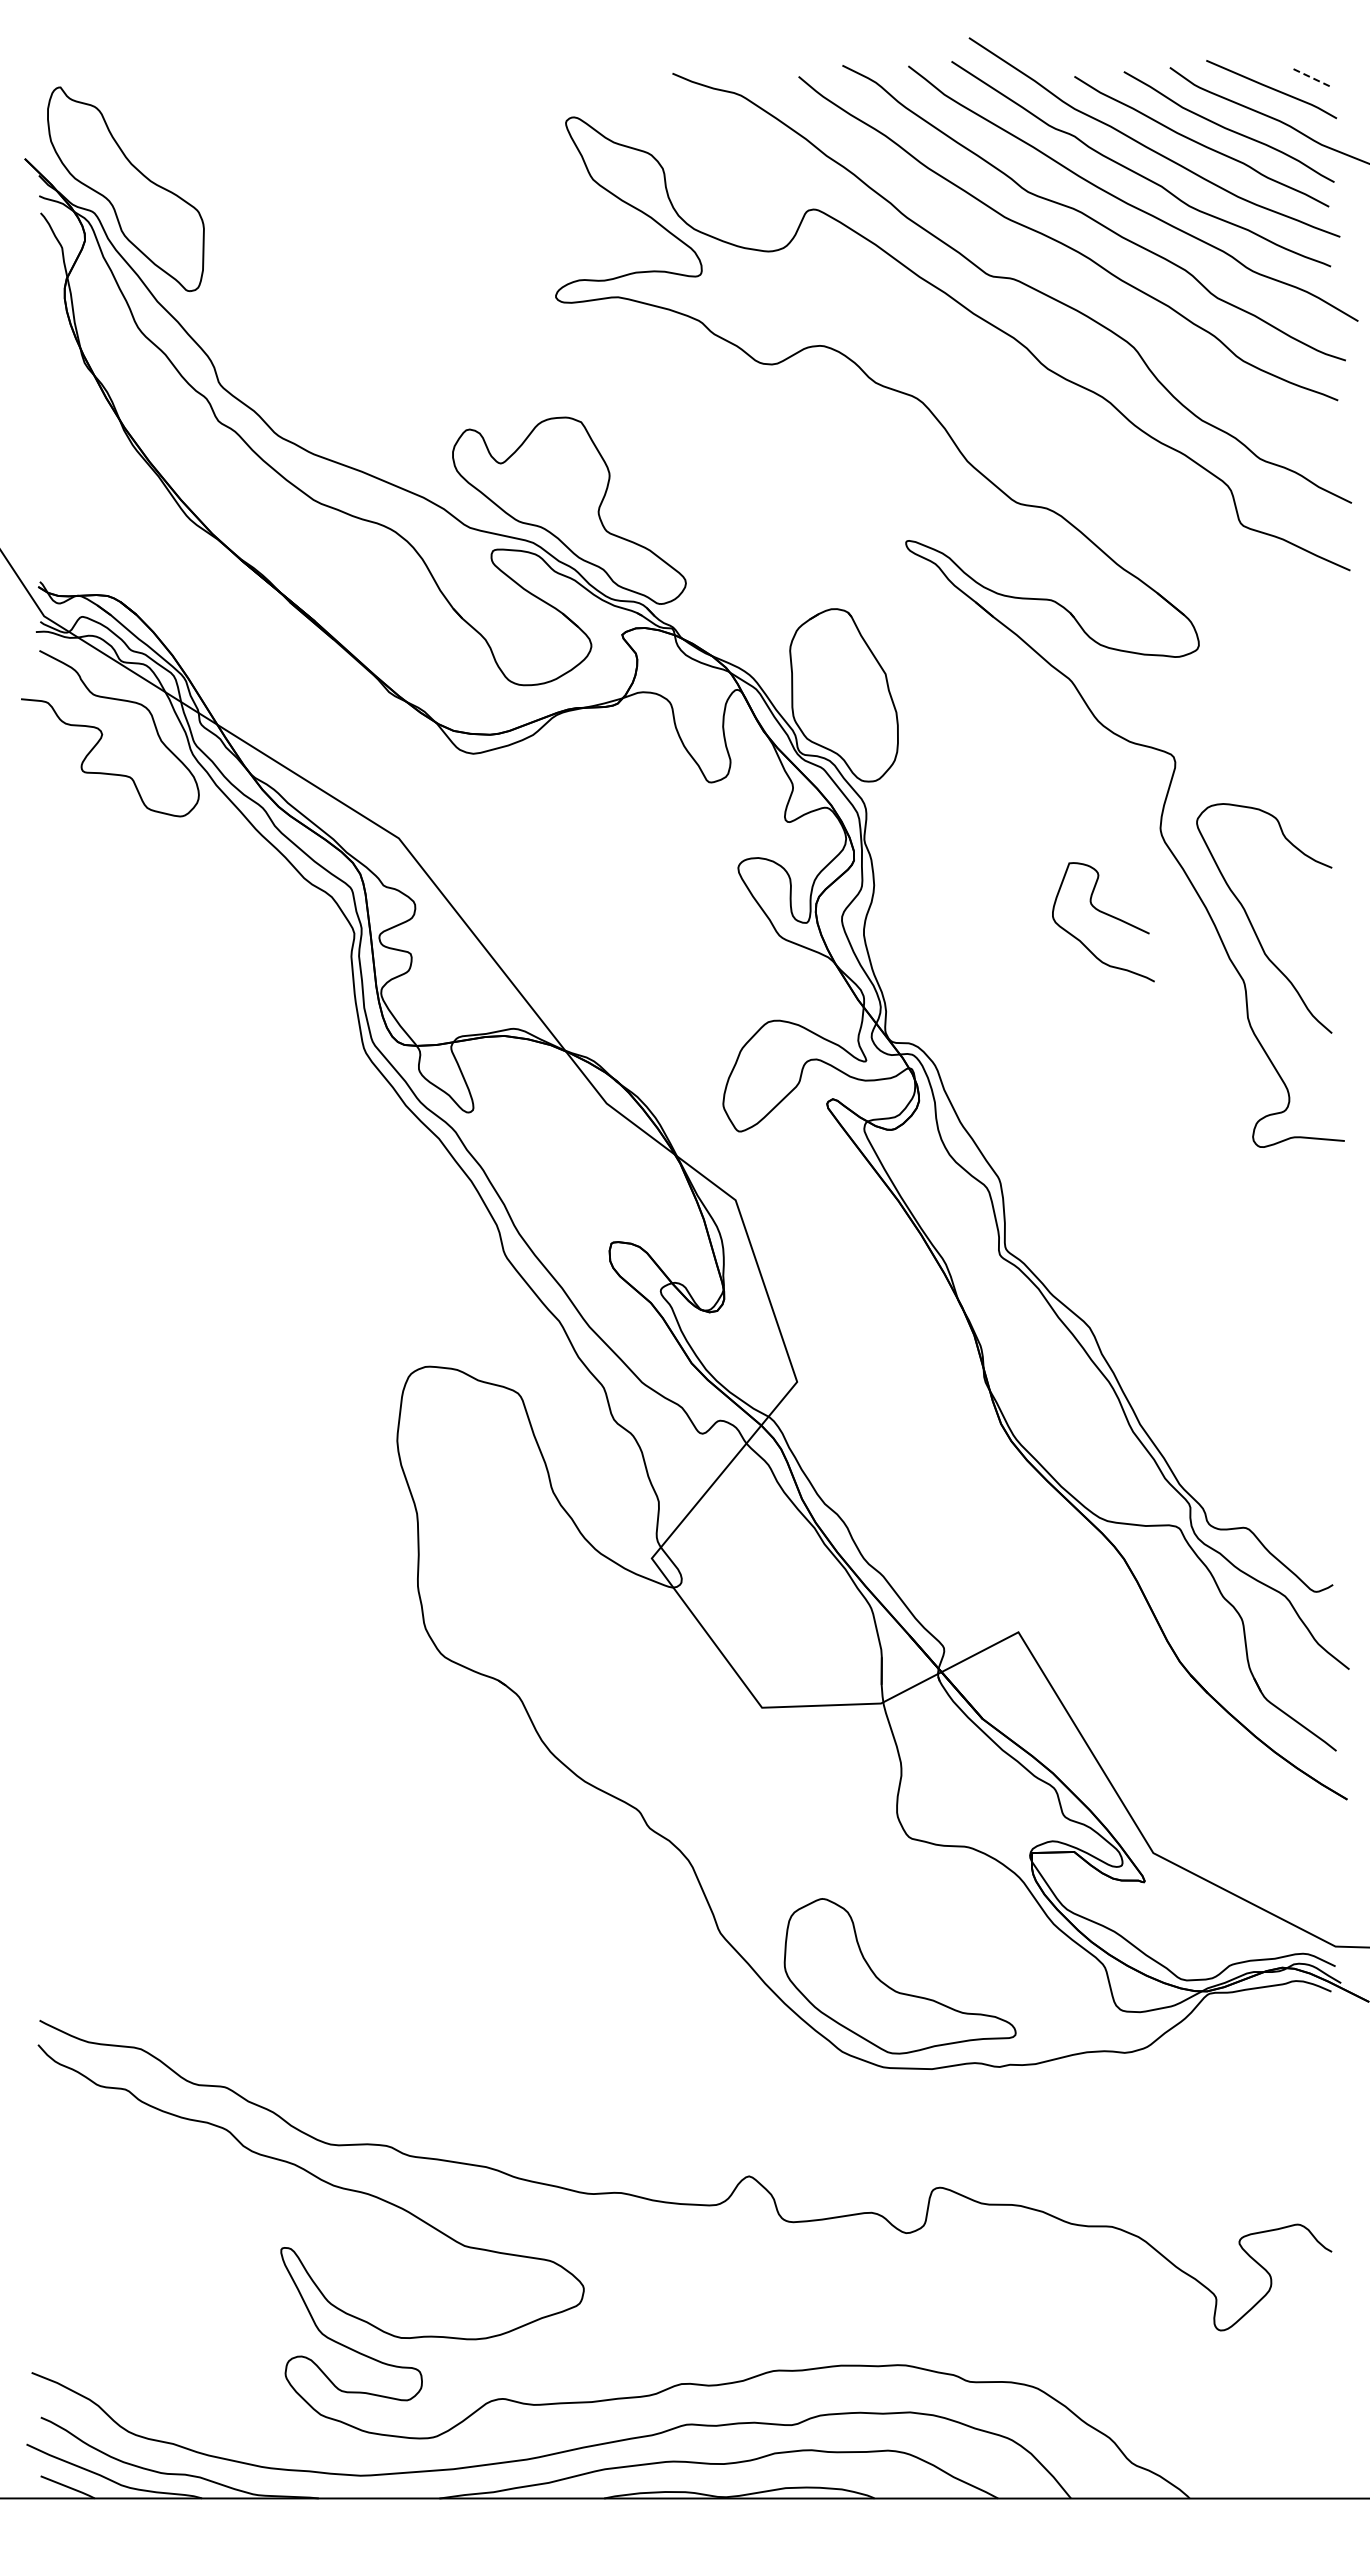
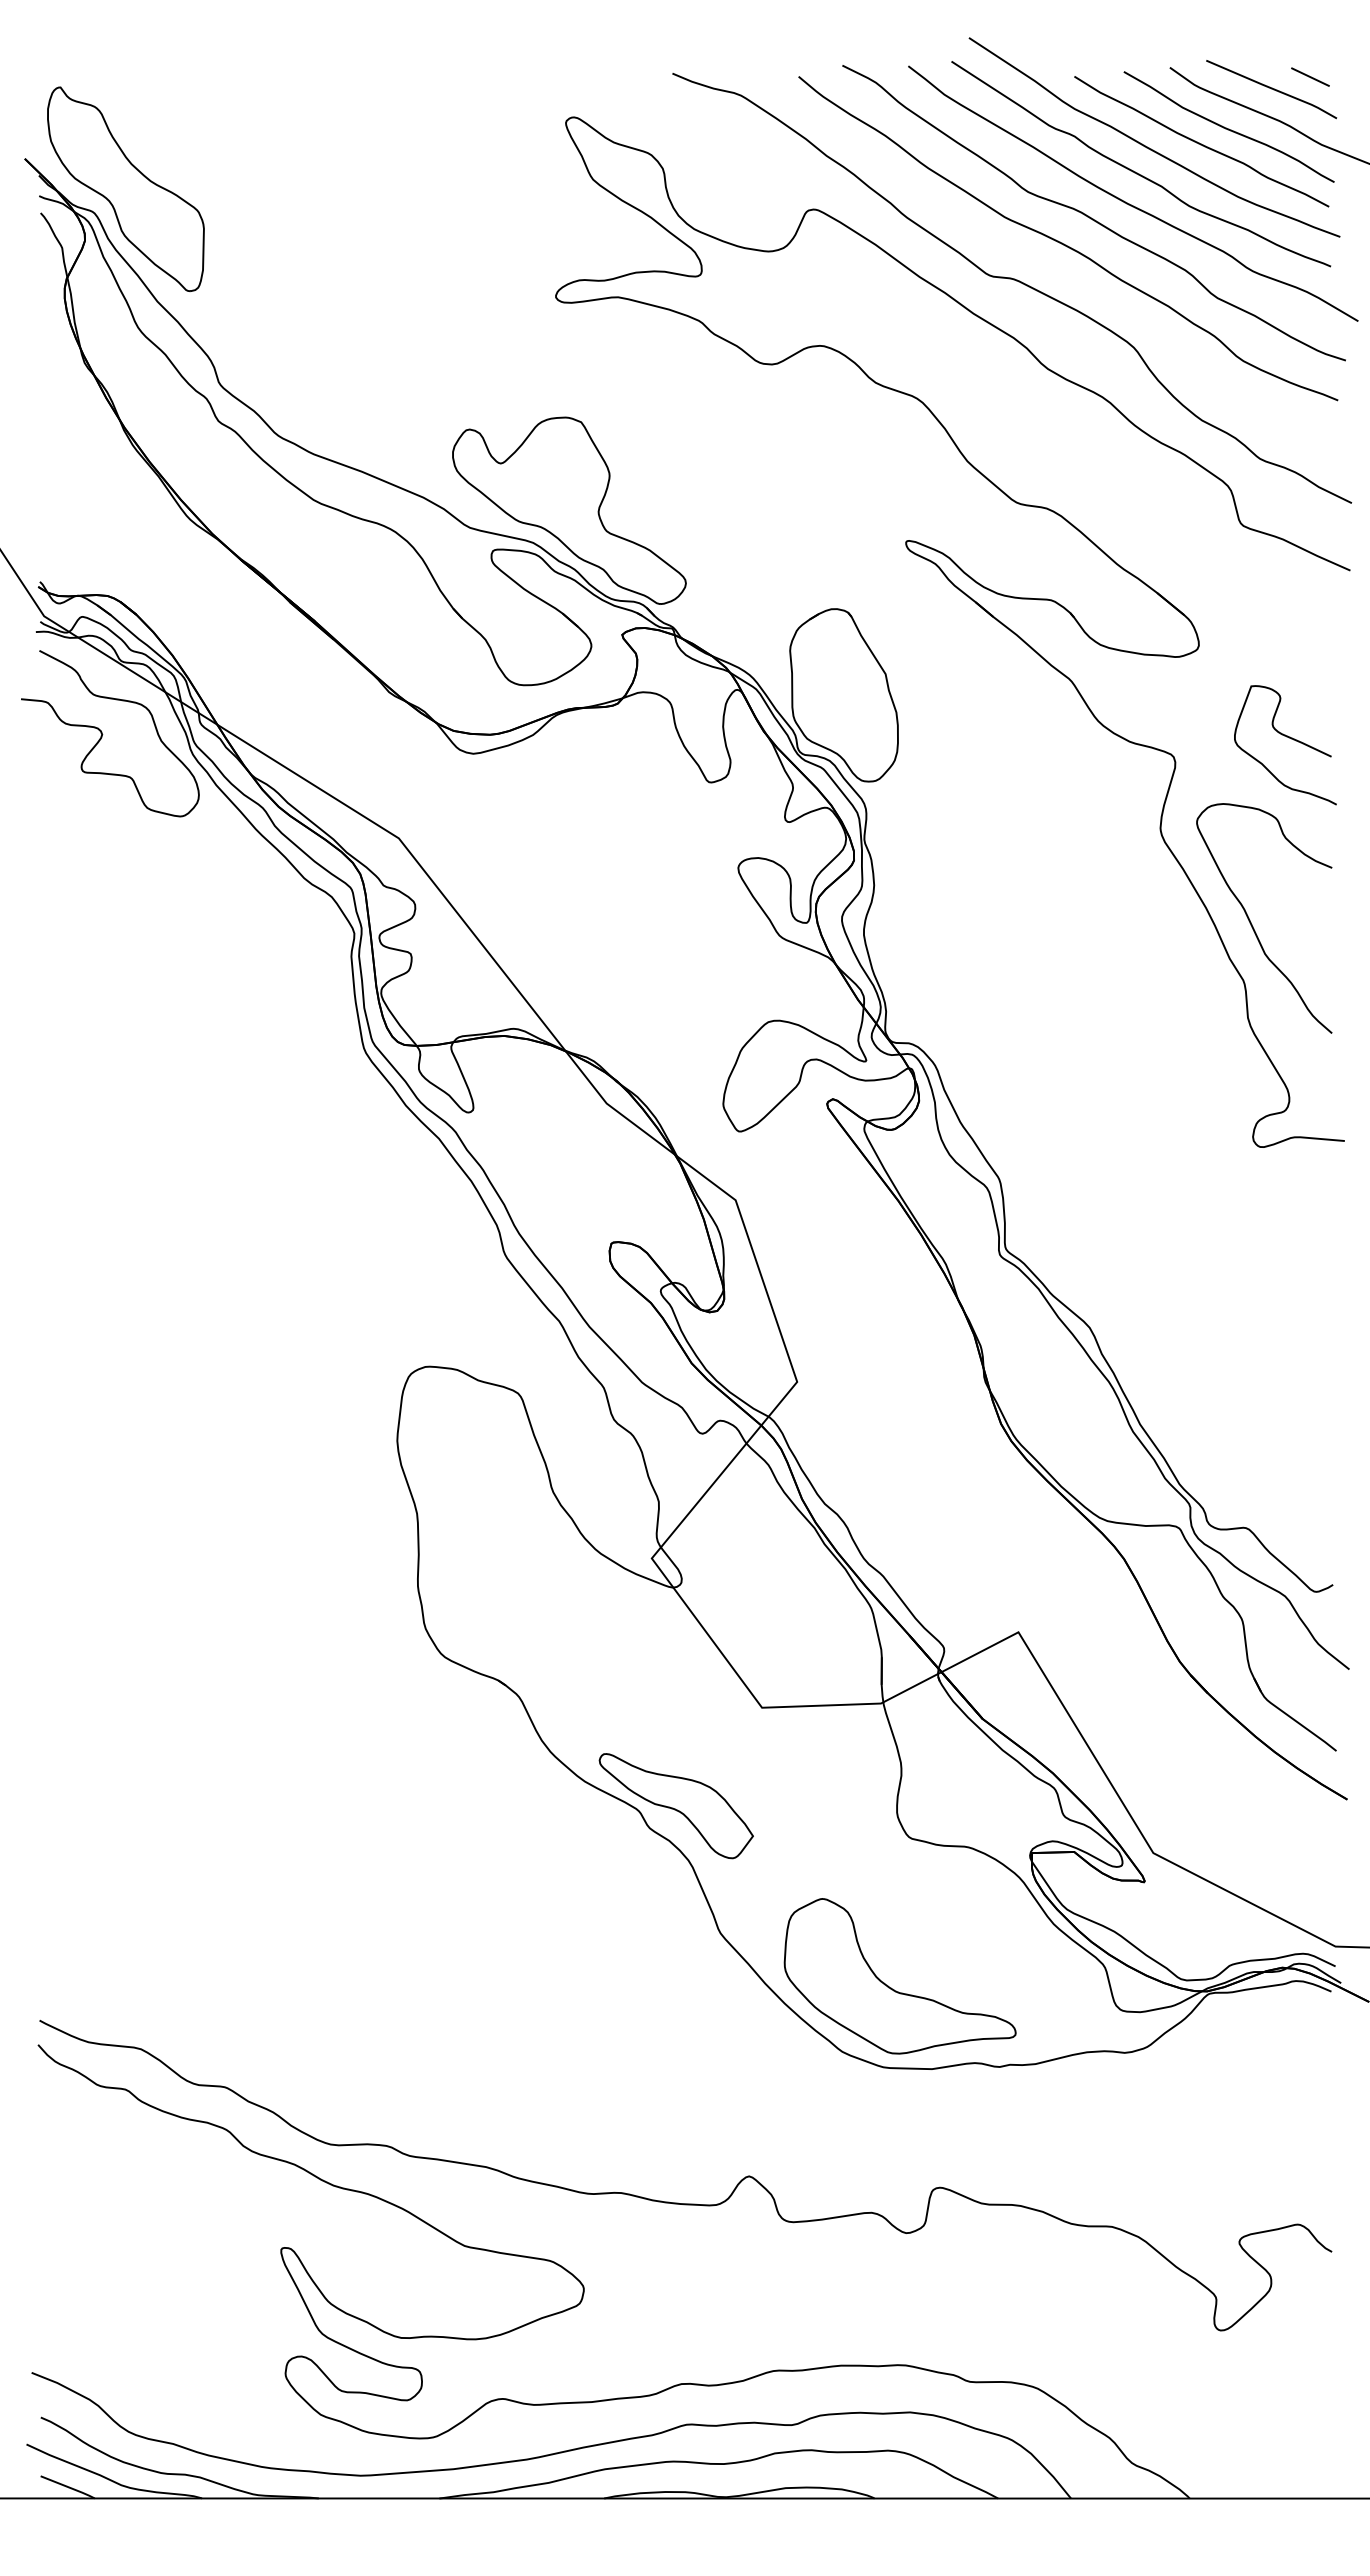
line at (1310, 76): dashed -> solid
curve at (1104, 914) position: (1104, 914) -> (1286, 737)
part at (675, 1806): none -> present
